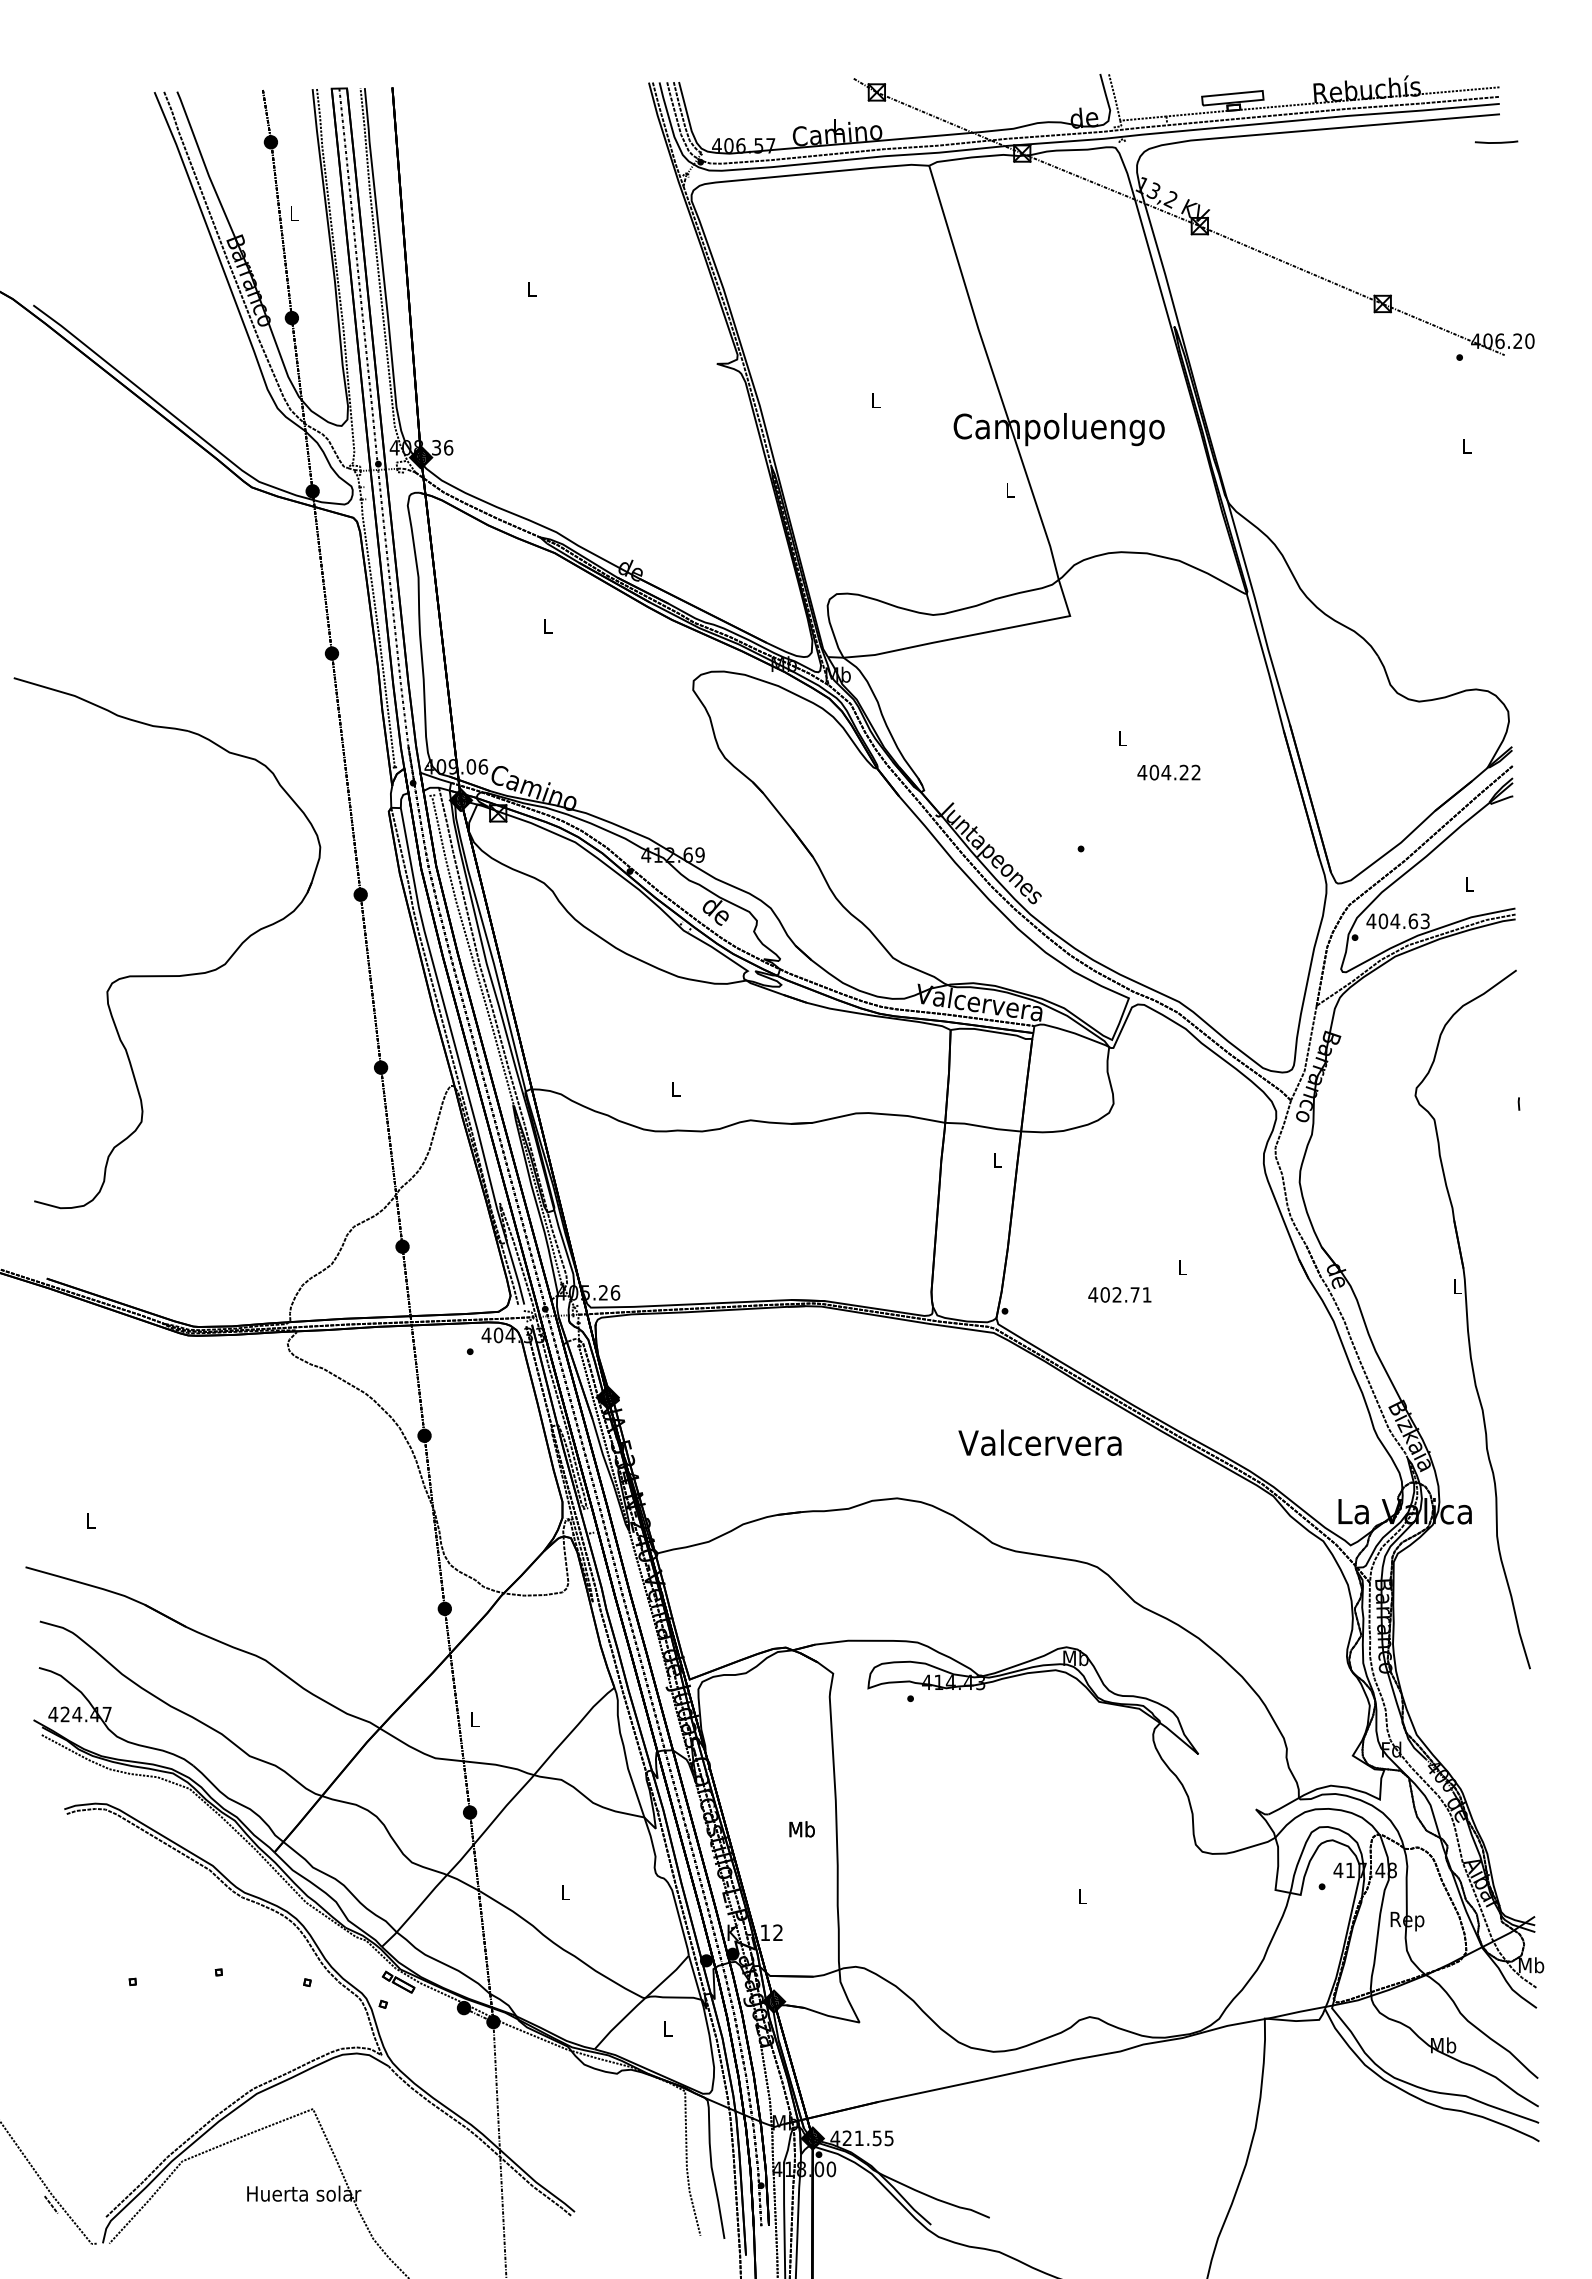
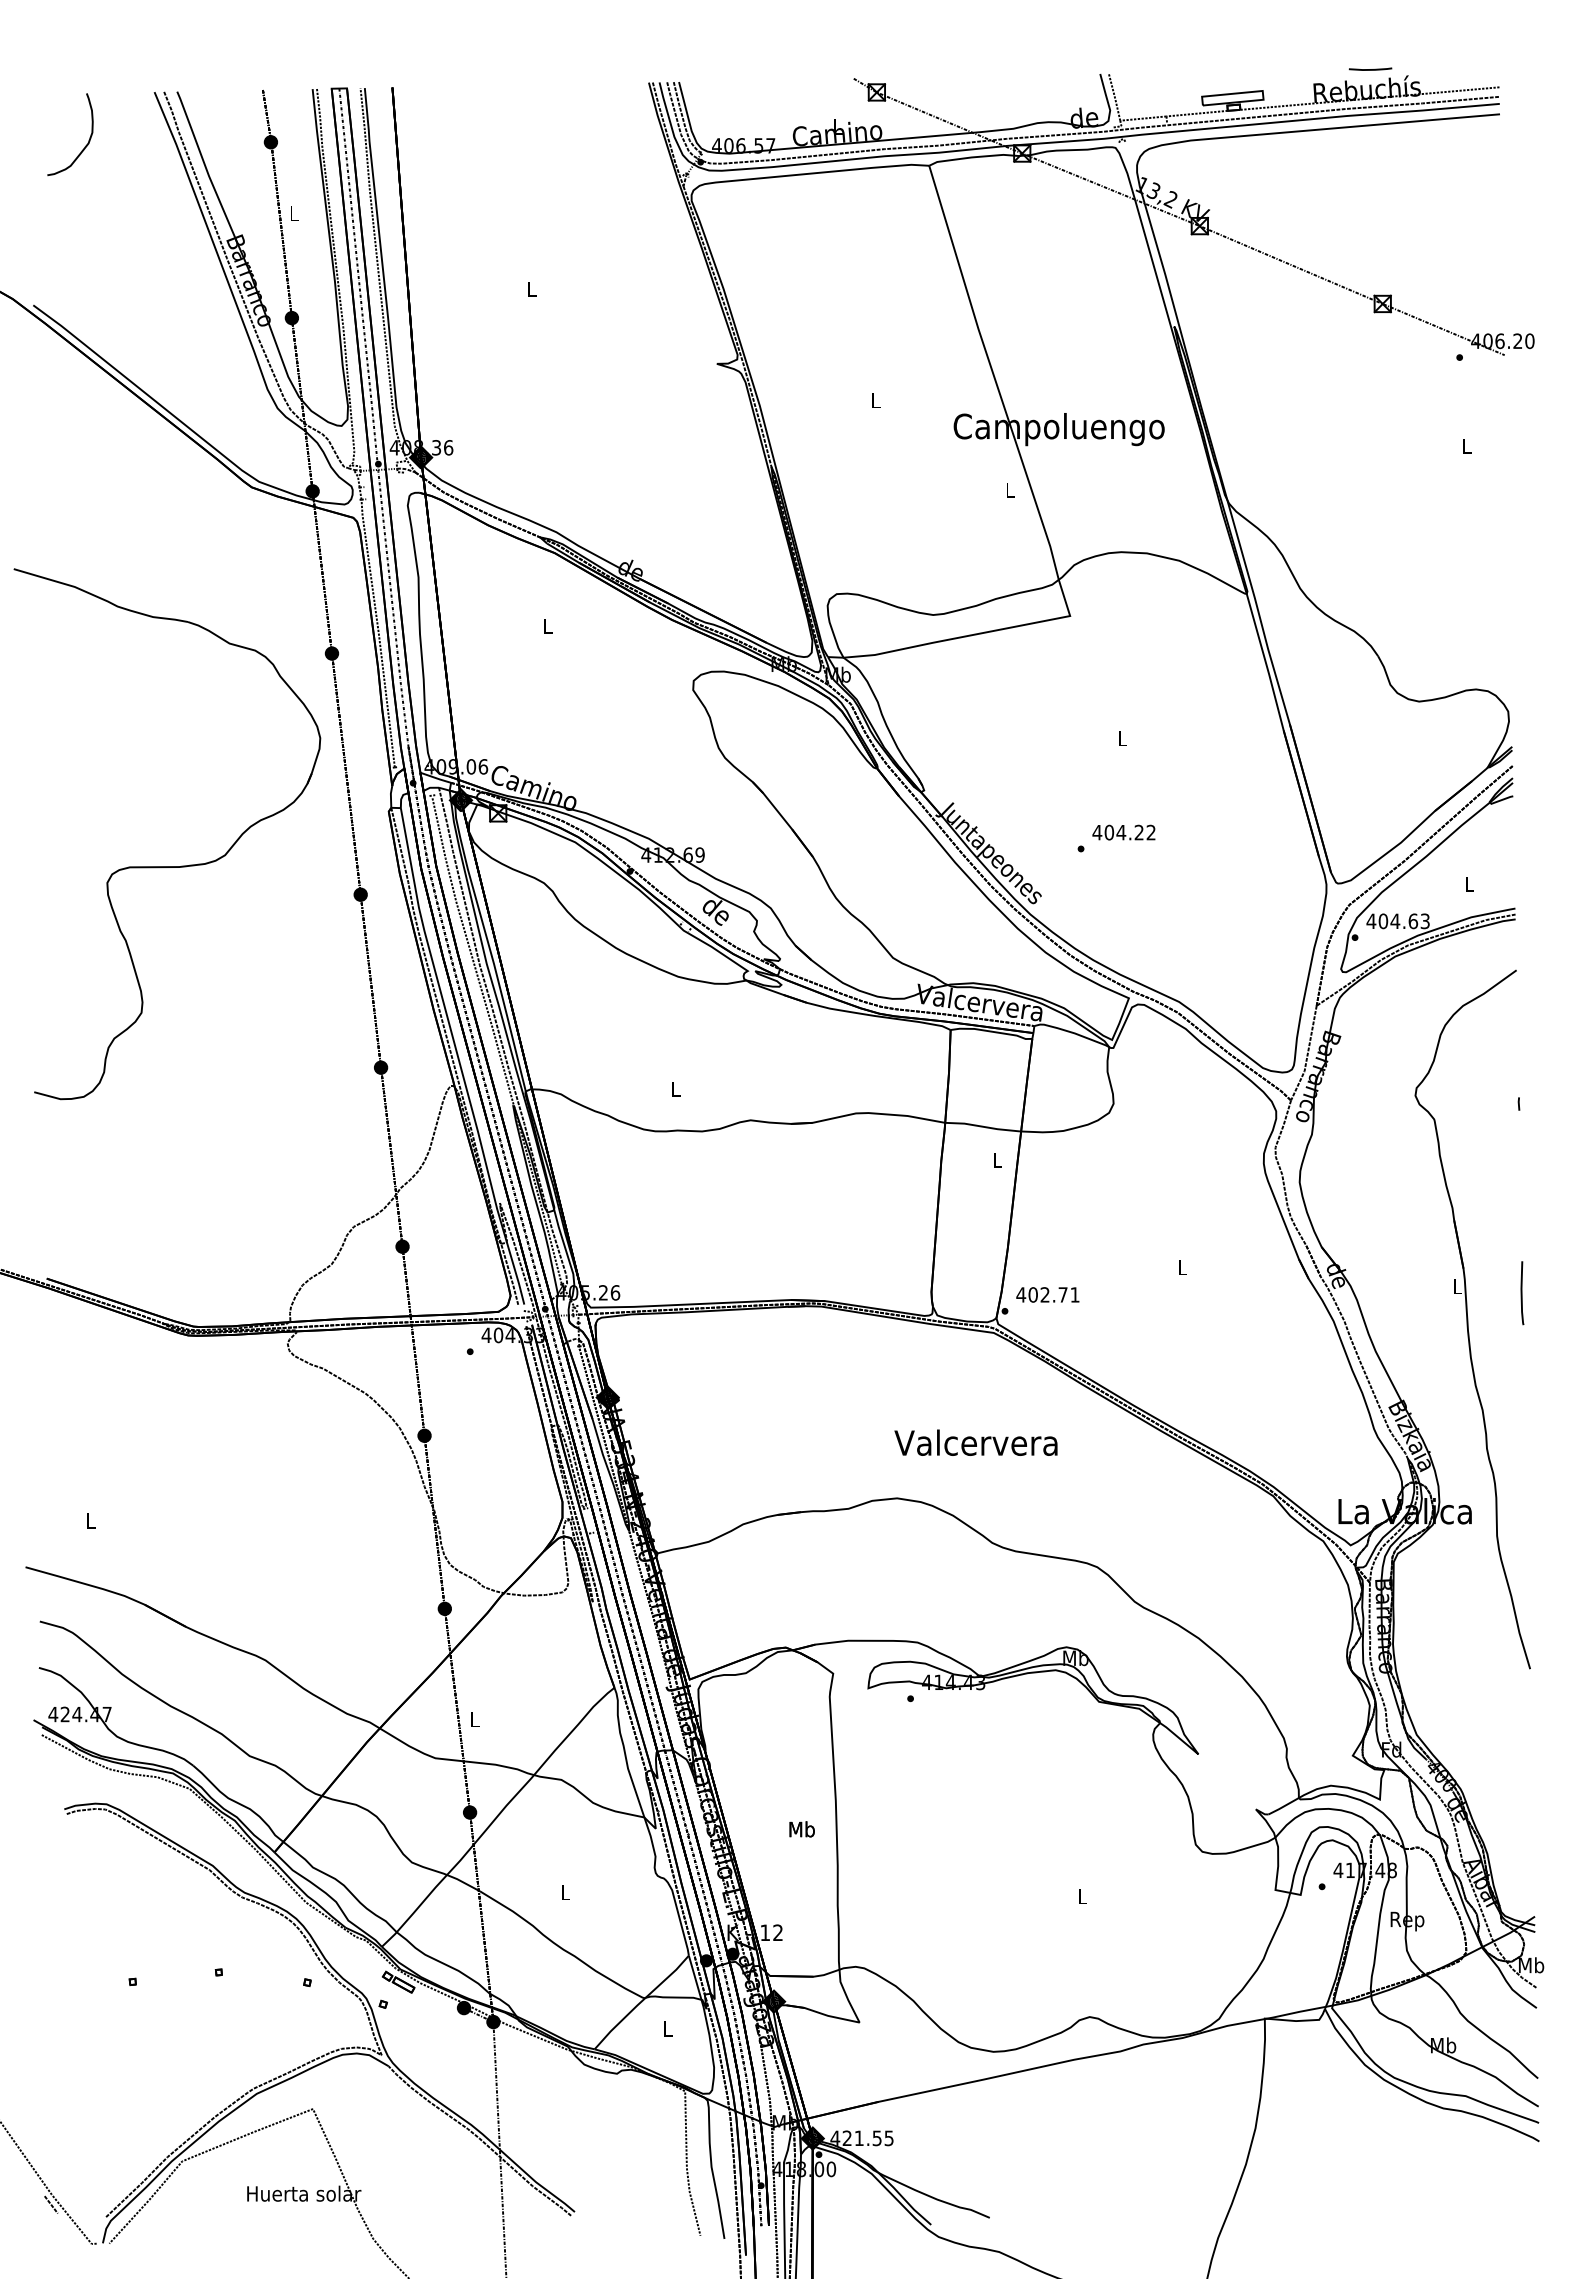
line at (1496, 142) position: (1496, 142) -> (1370, 69)
curve at (84, 146): none -> present
text at (1168, 772) position: (1168, 772) -> (1123, 832)
part at (167, 975) position: (167, 975) -> (167, 866)
line at (1522, 1293): none -> present
text at (1119, 1294) position: (1119, 1294) -> (1047, 1294)
text at (1039, 1442) position: (1039, 1442) -> (975, 1442)
